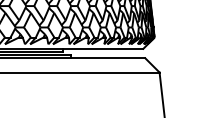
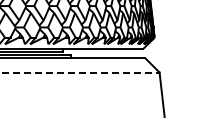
line at (80, 72): solid -> dashed
